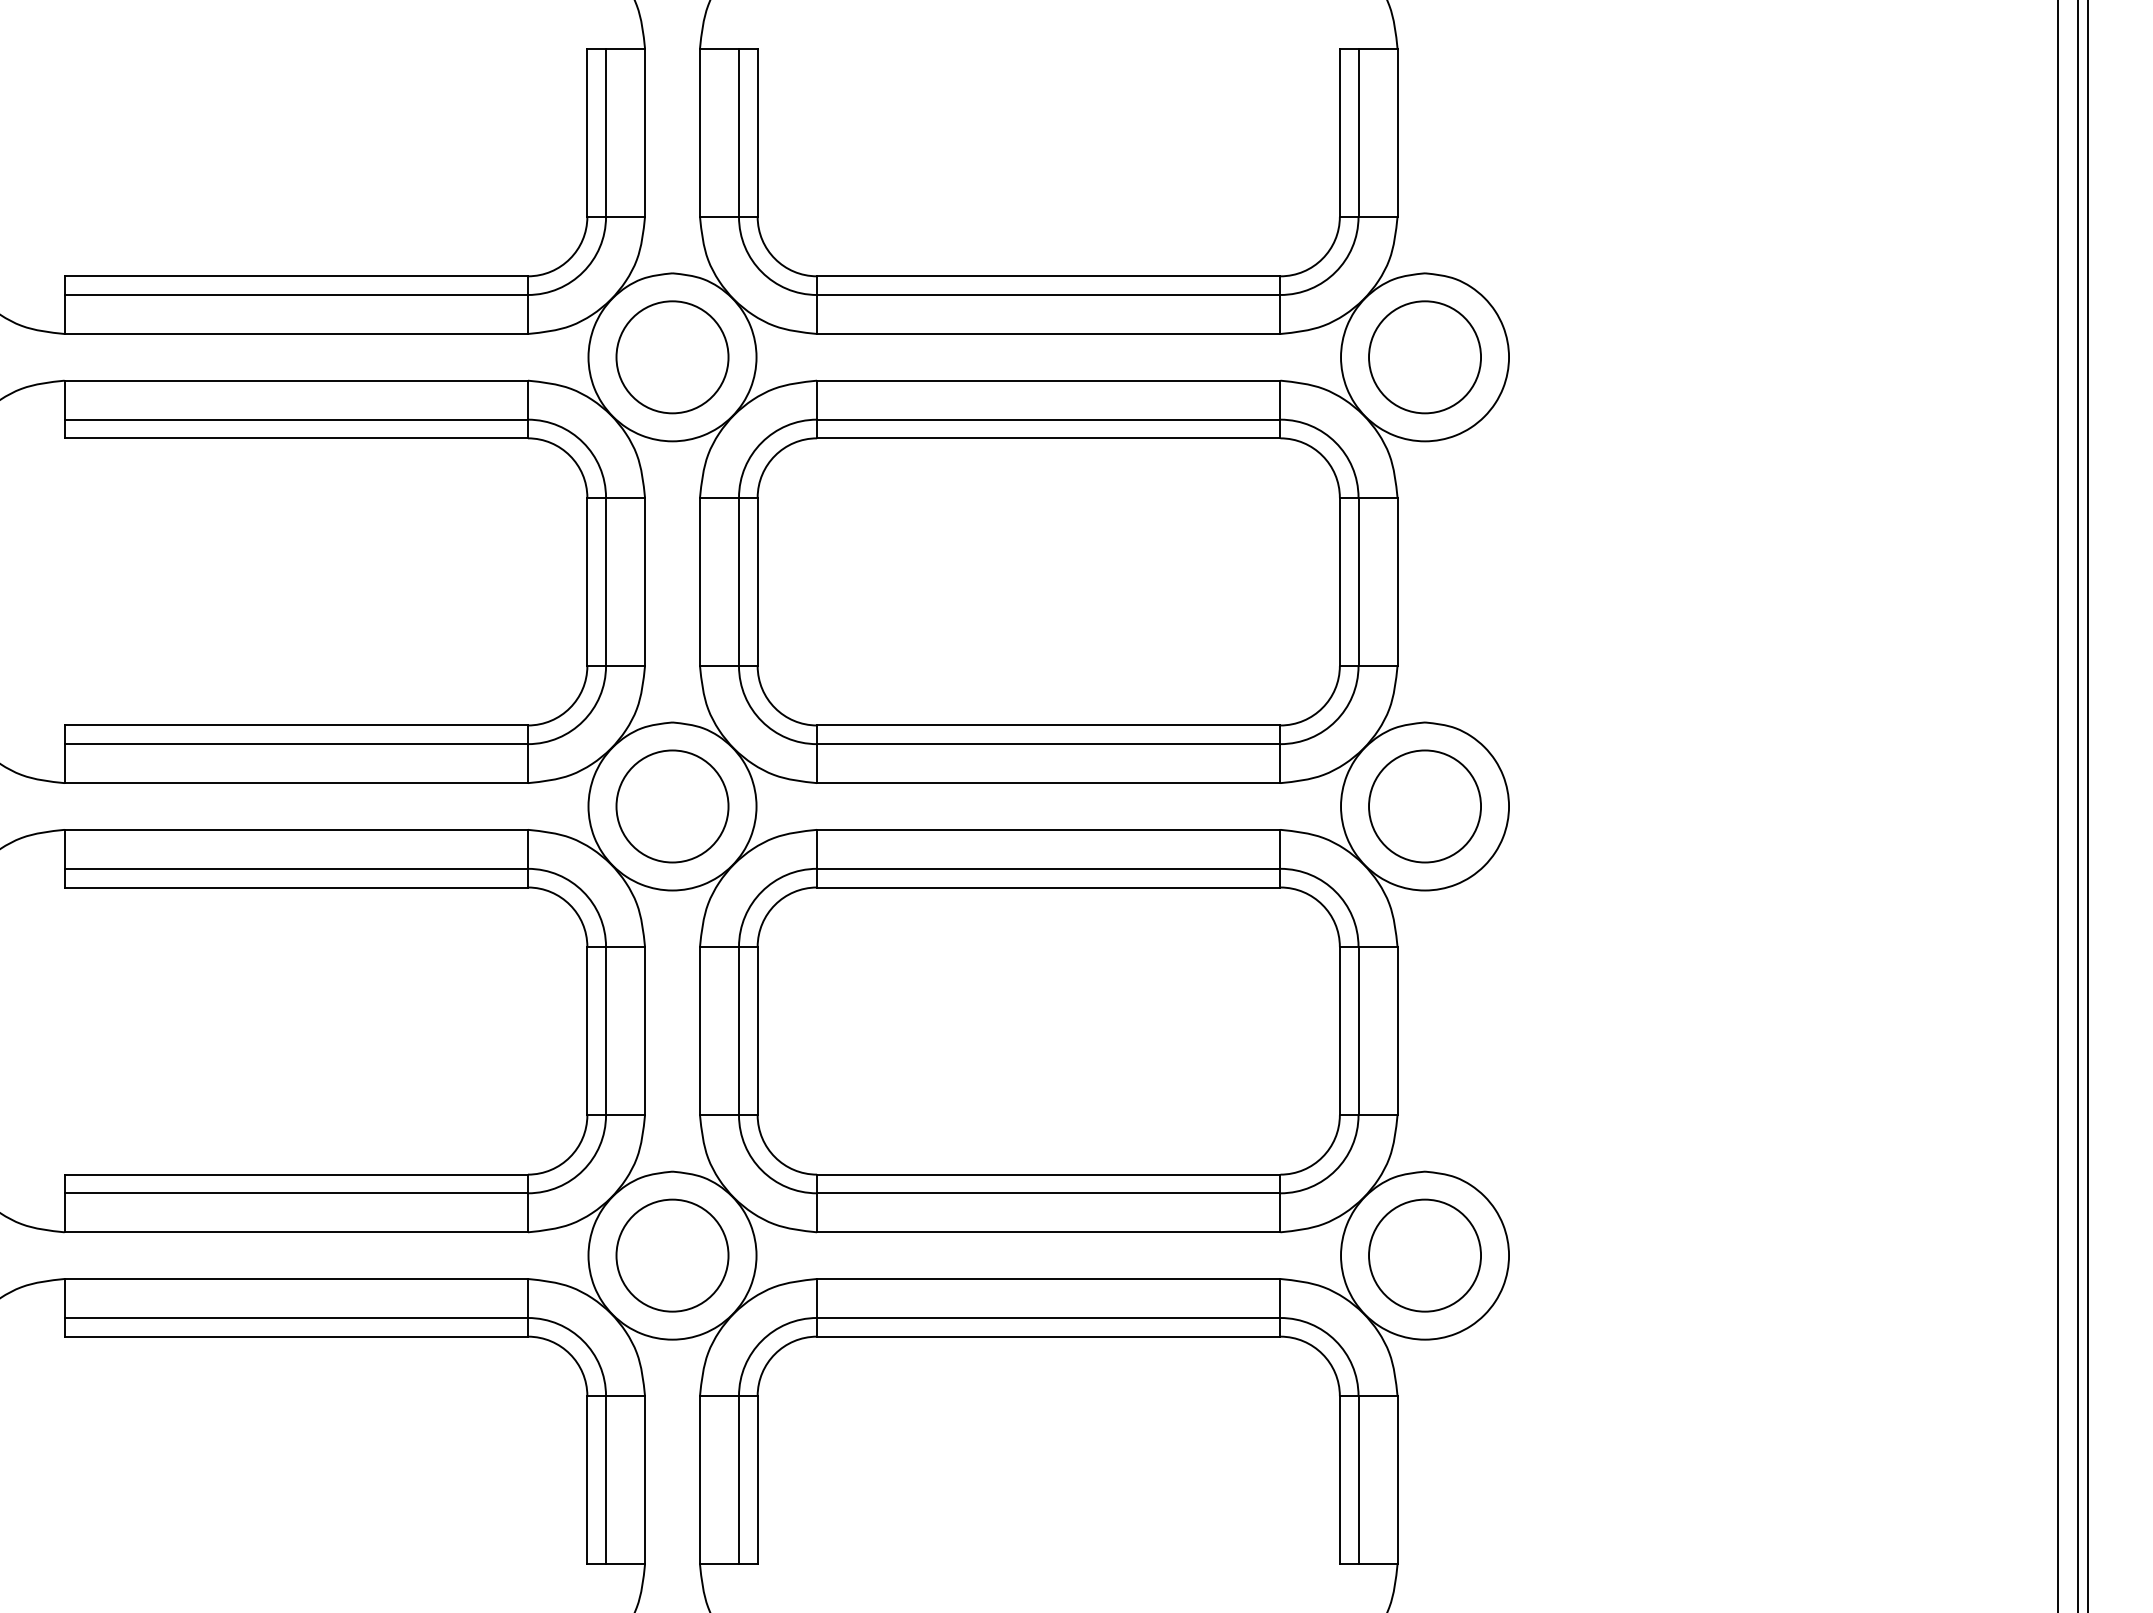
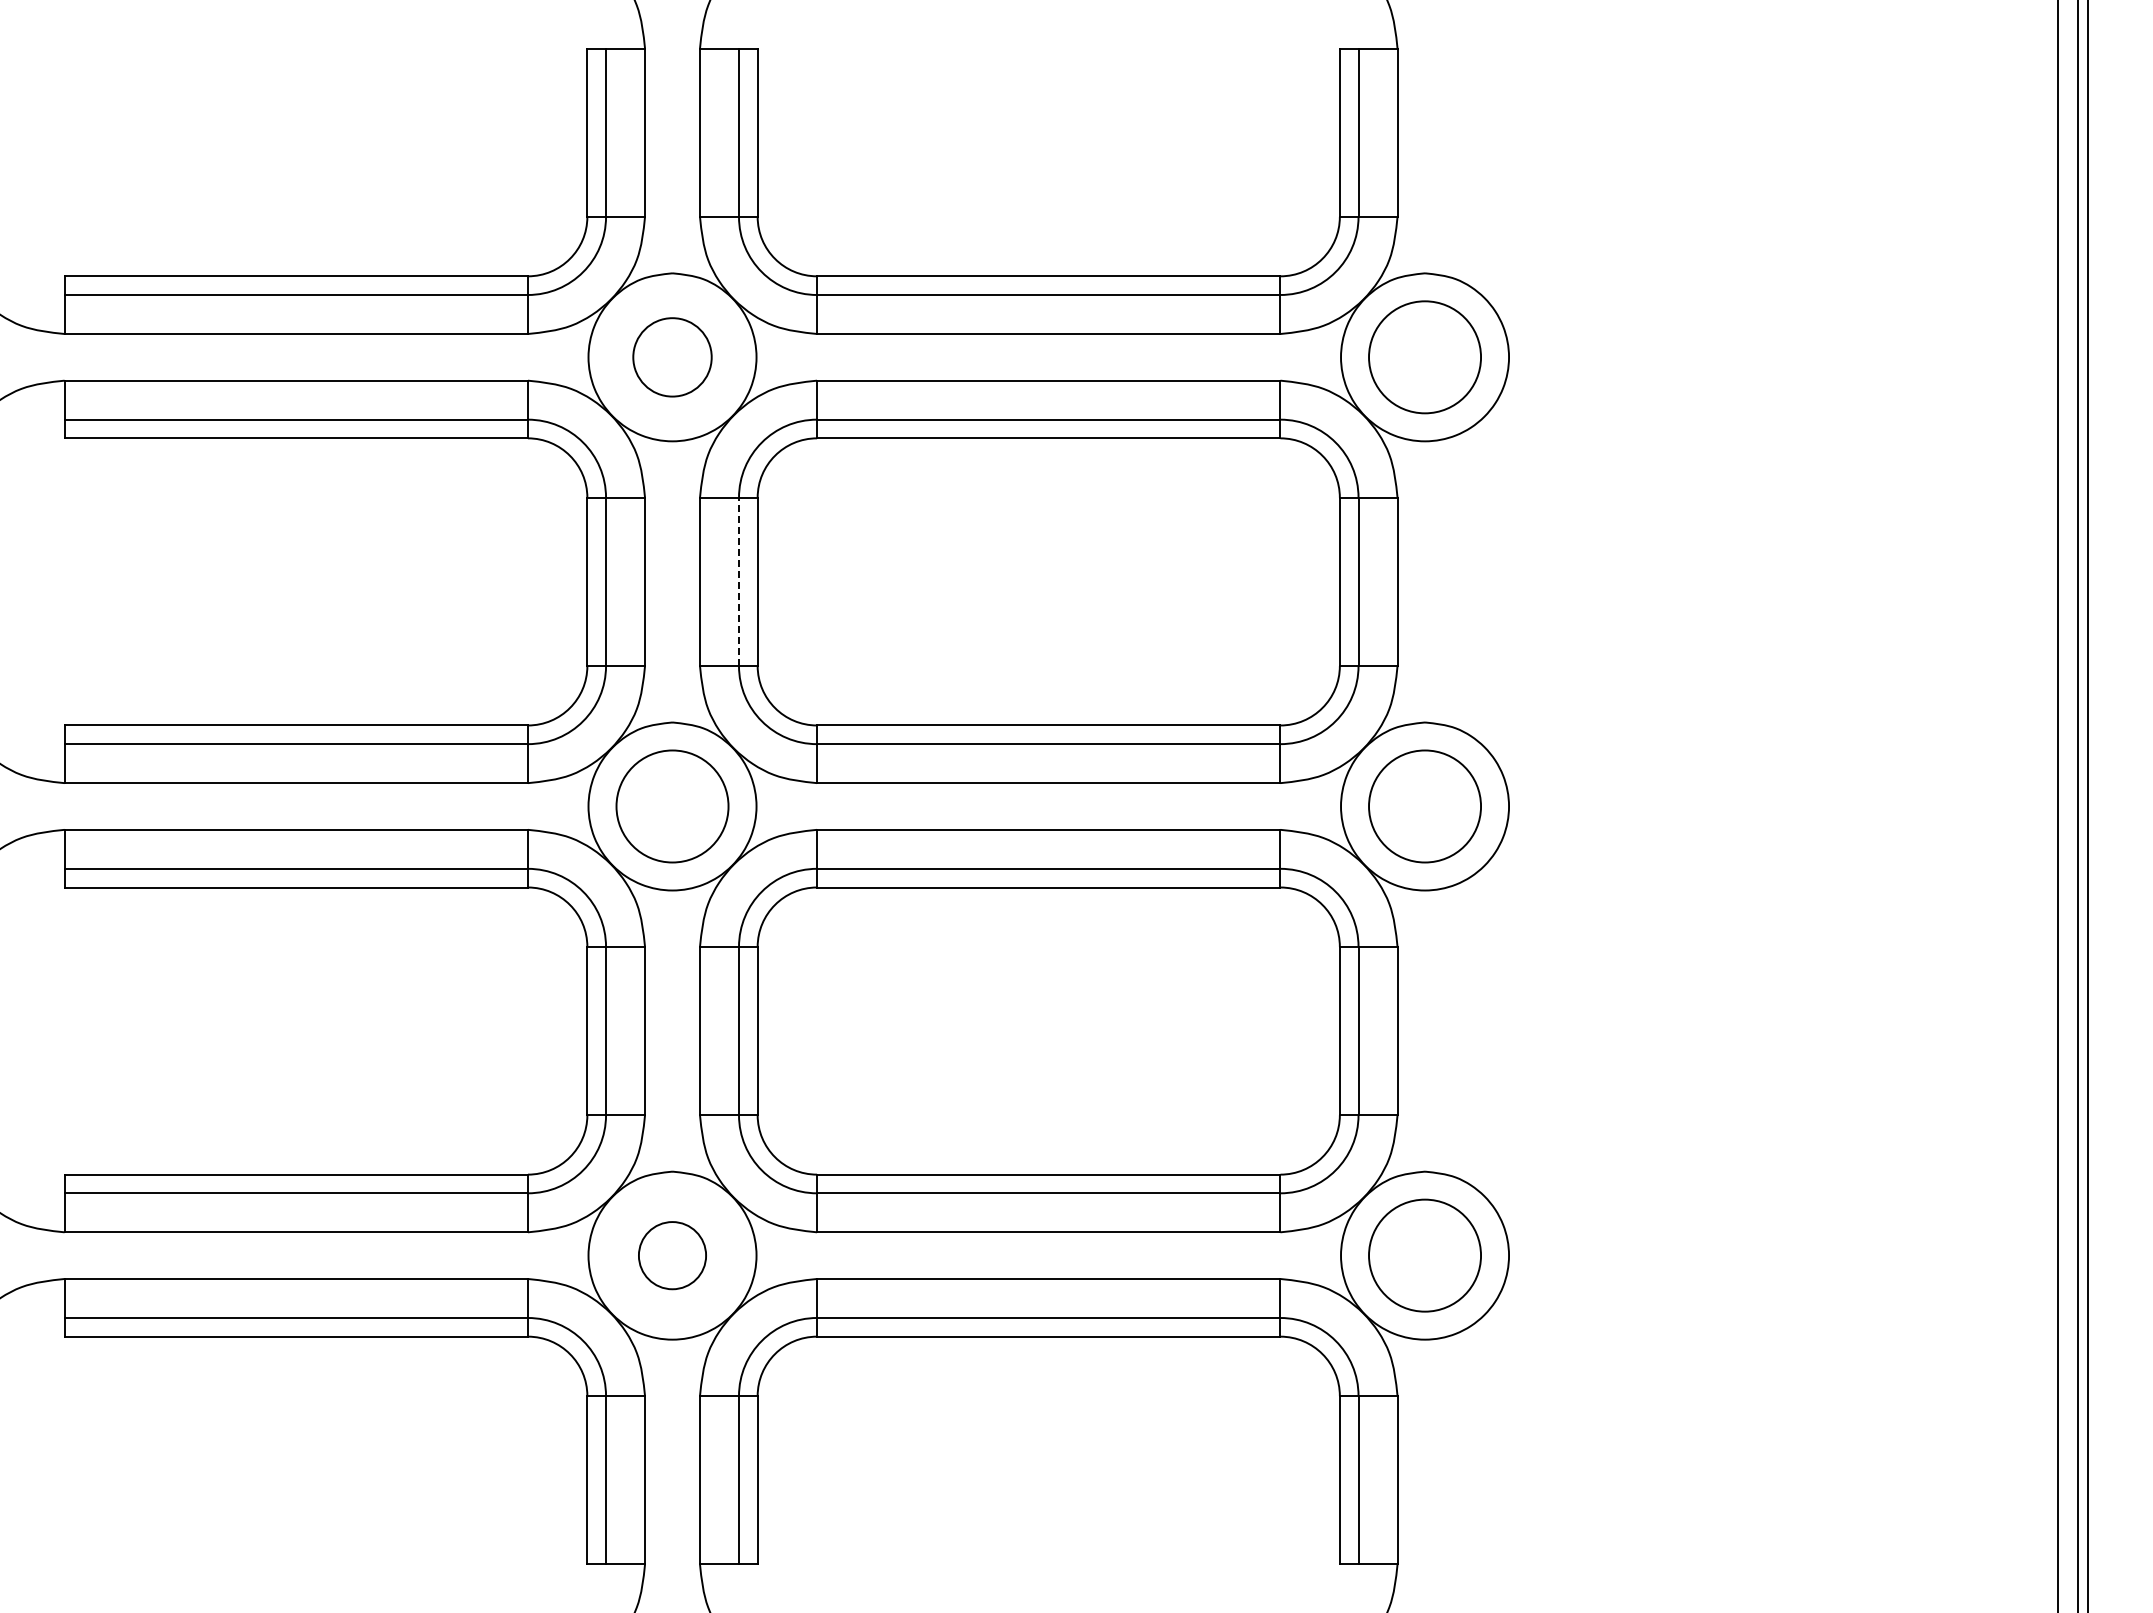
circle at (672, 357) size: 115x115 px -> 81x81 px
line at (739, 581): solid -> dashed
circle at (672, 1255) diameter: 112 px -> 67 px
